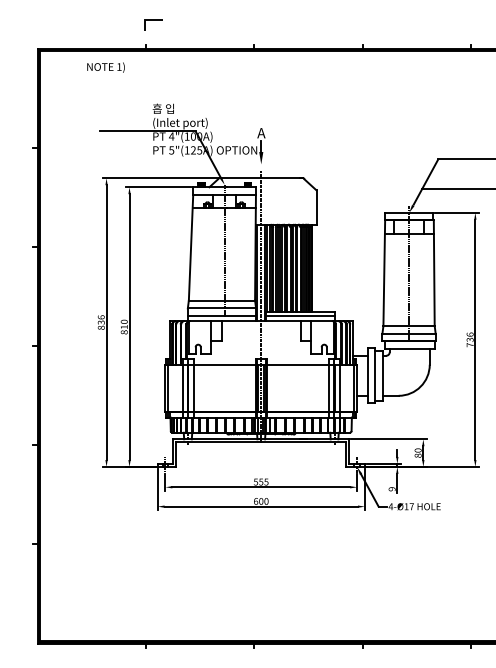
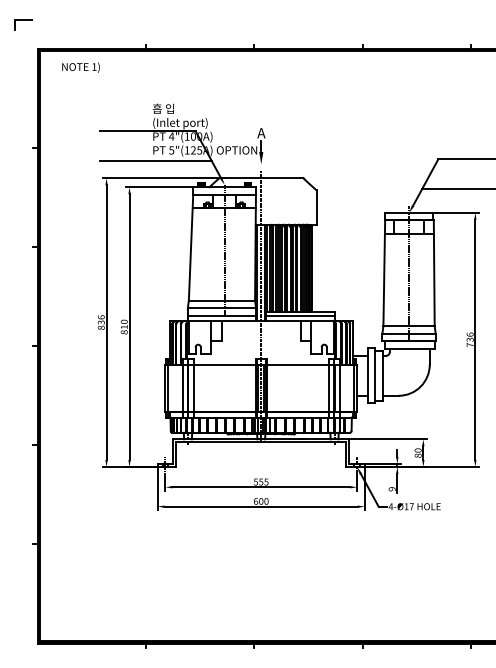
line at (153, 20) position: (153, 20) -> (23, 20)
text at (105, 67) position: (105, 67) -> (80, 67)
line at (155, 161): none -> present
